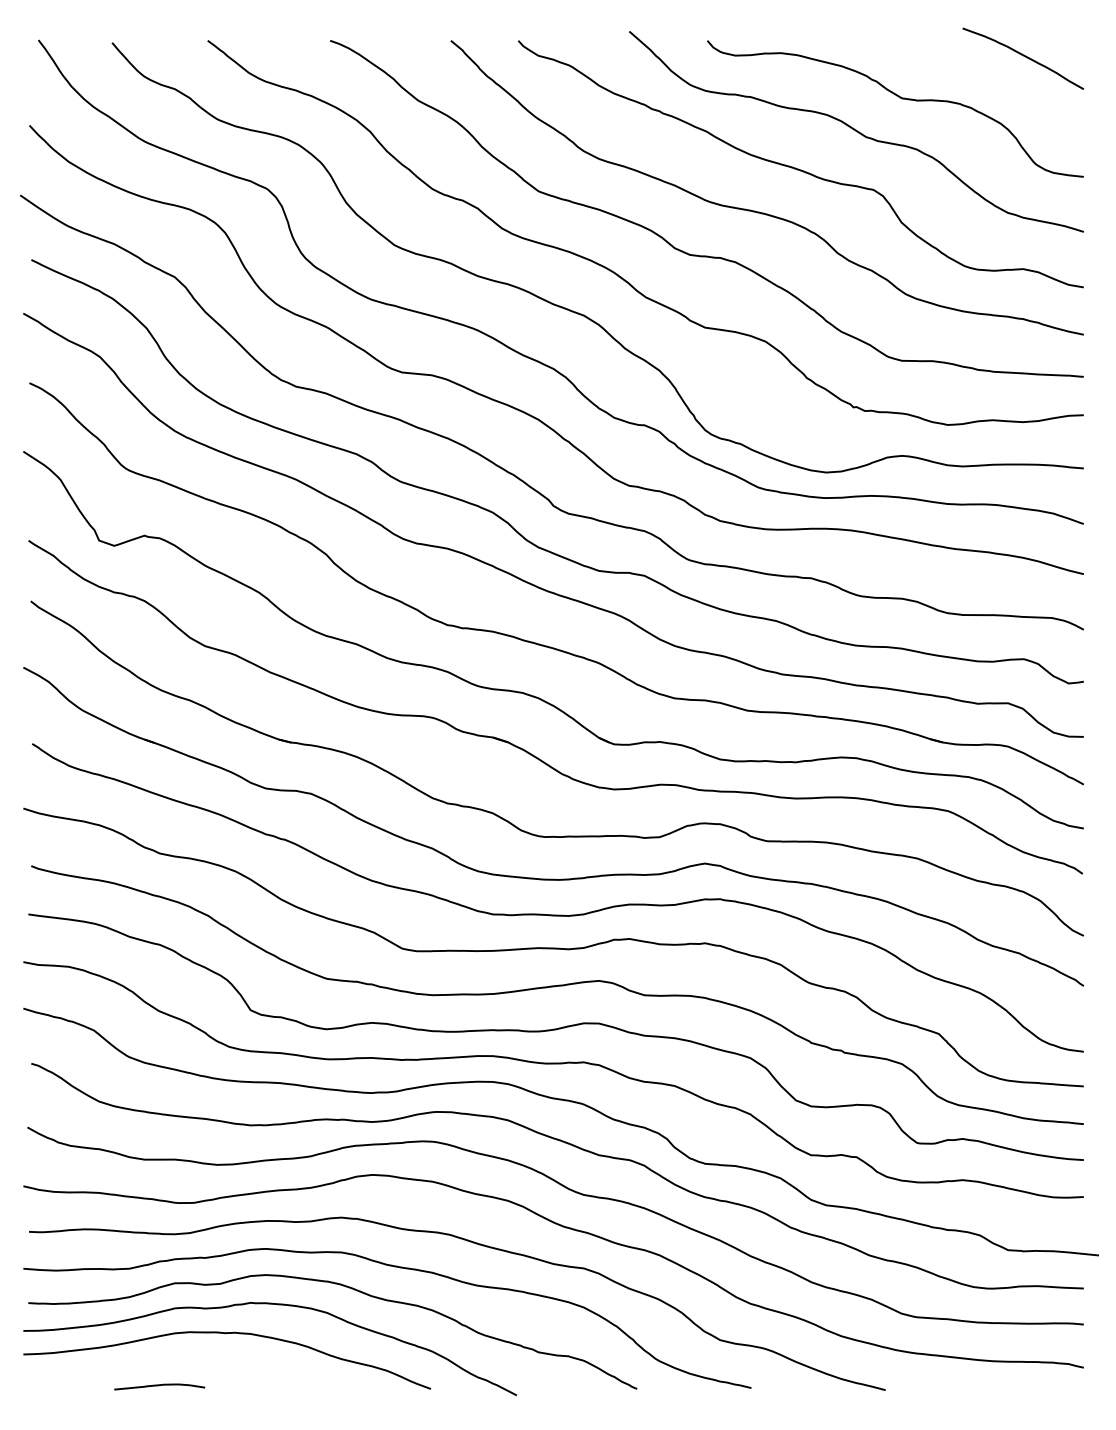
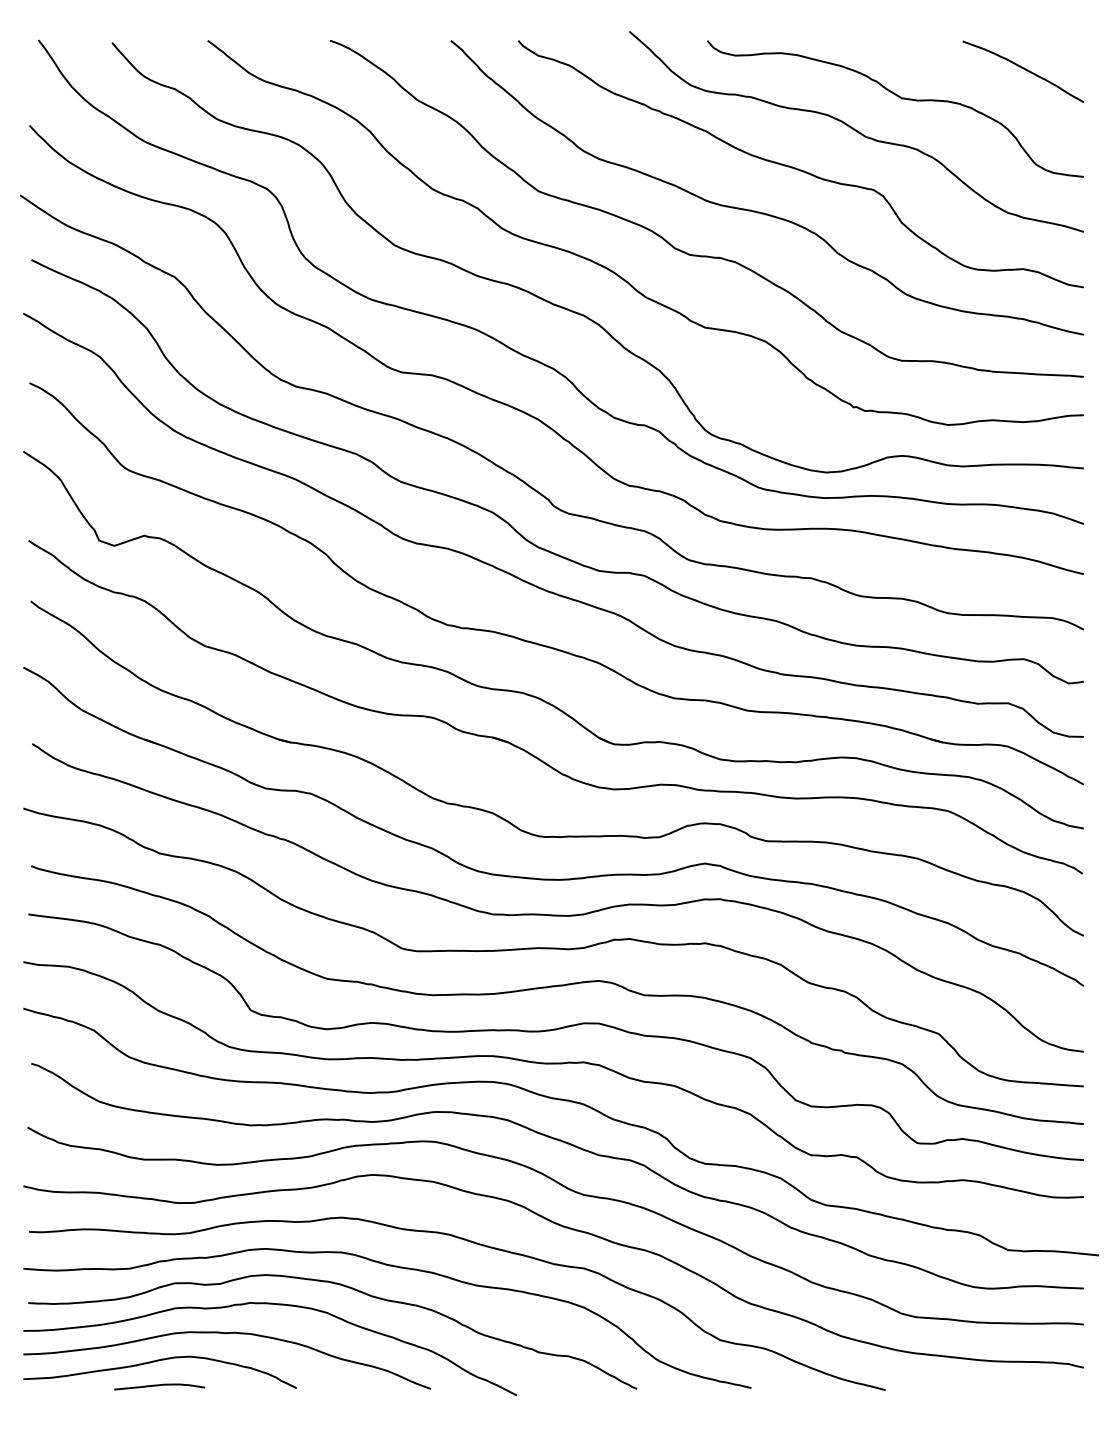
curve at (1023, 56) position: (1023, 56) -> (1023, 69)
curve at (159, 1361): none -> present
